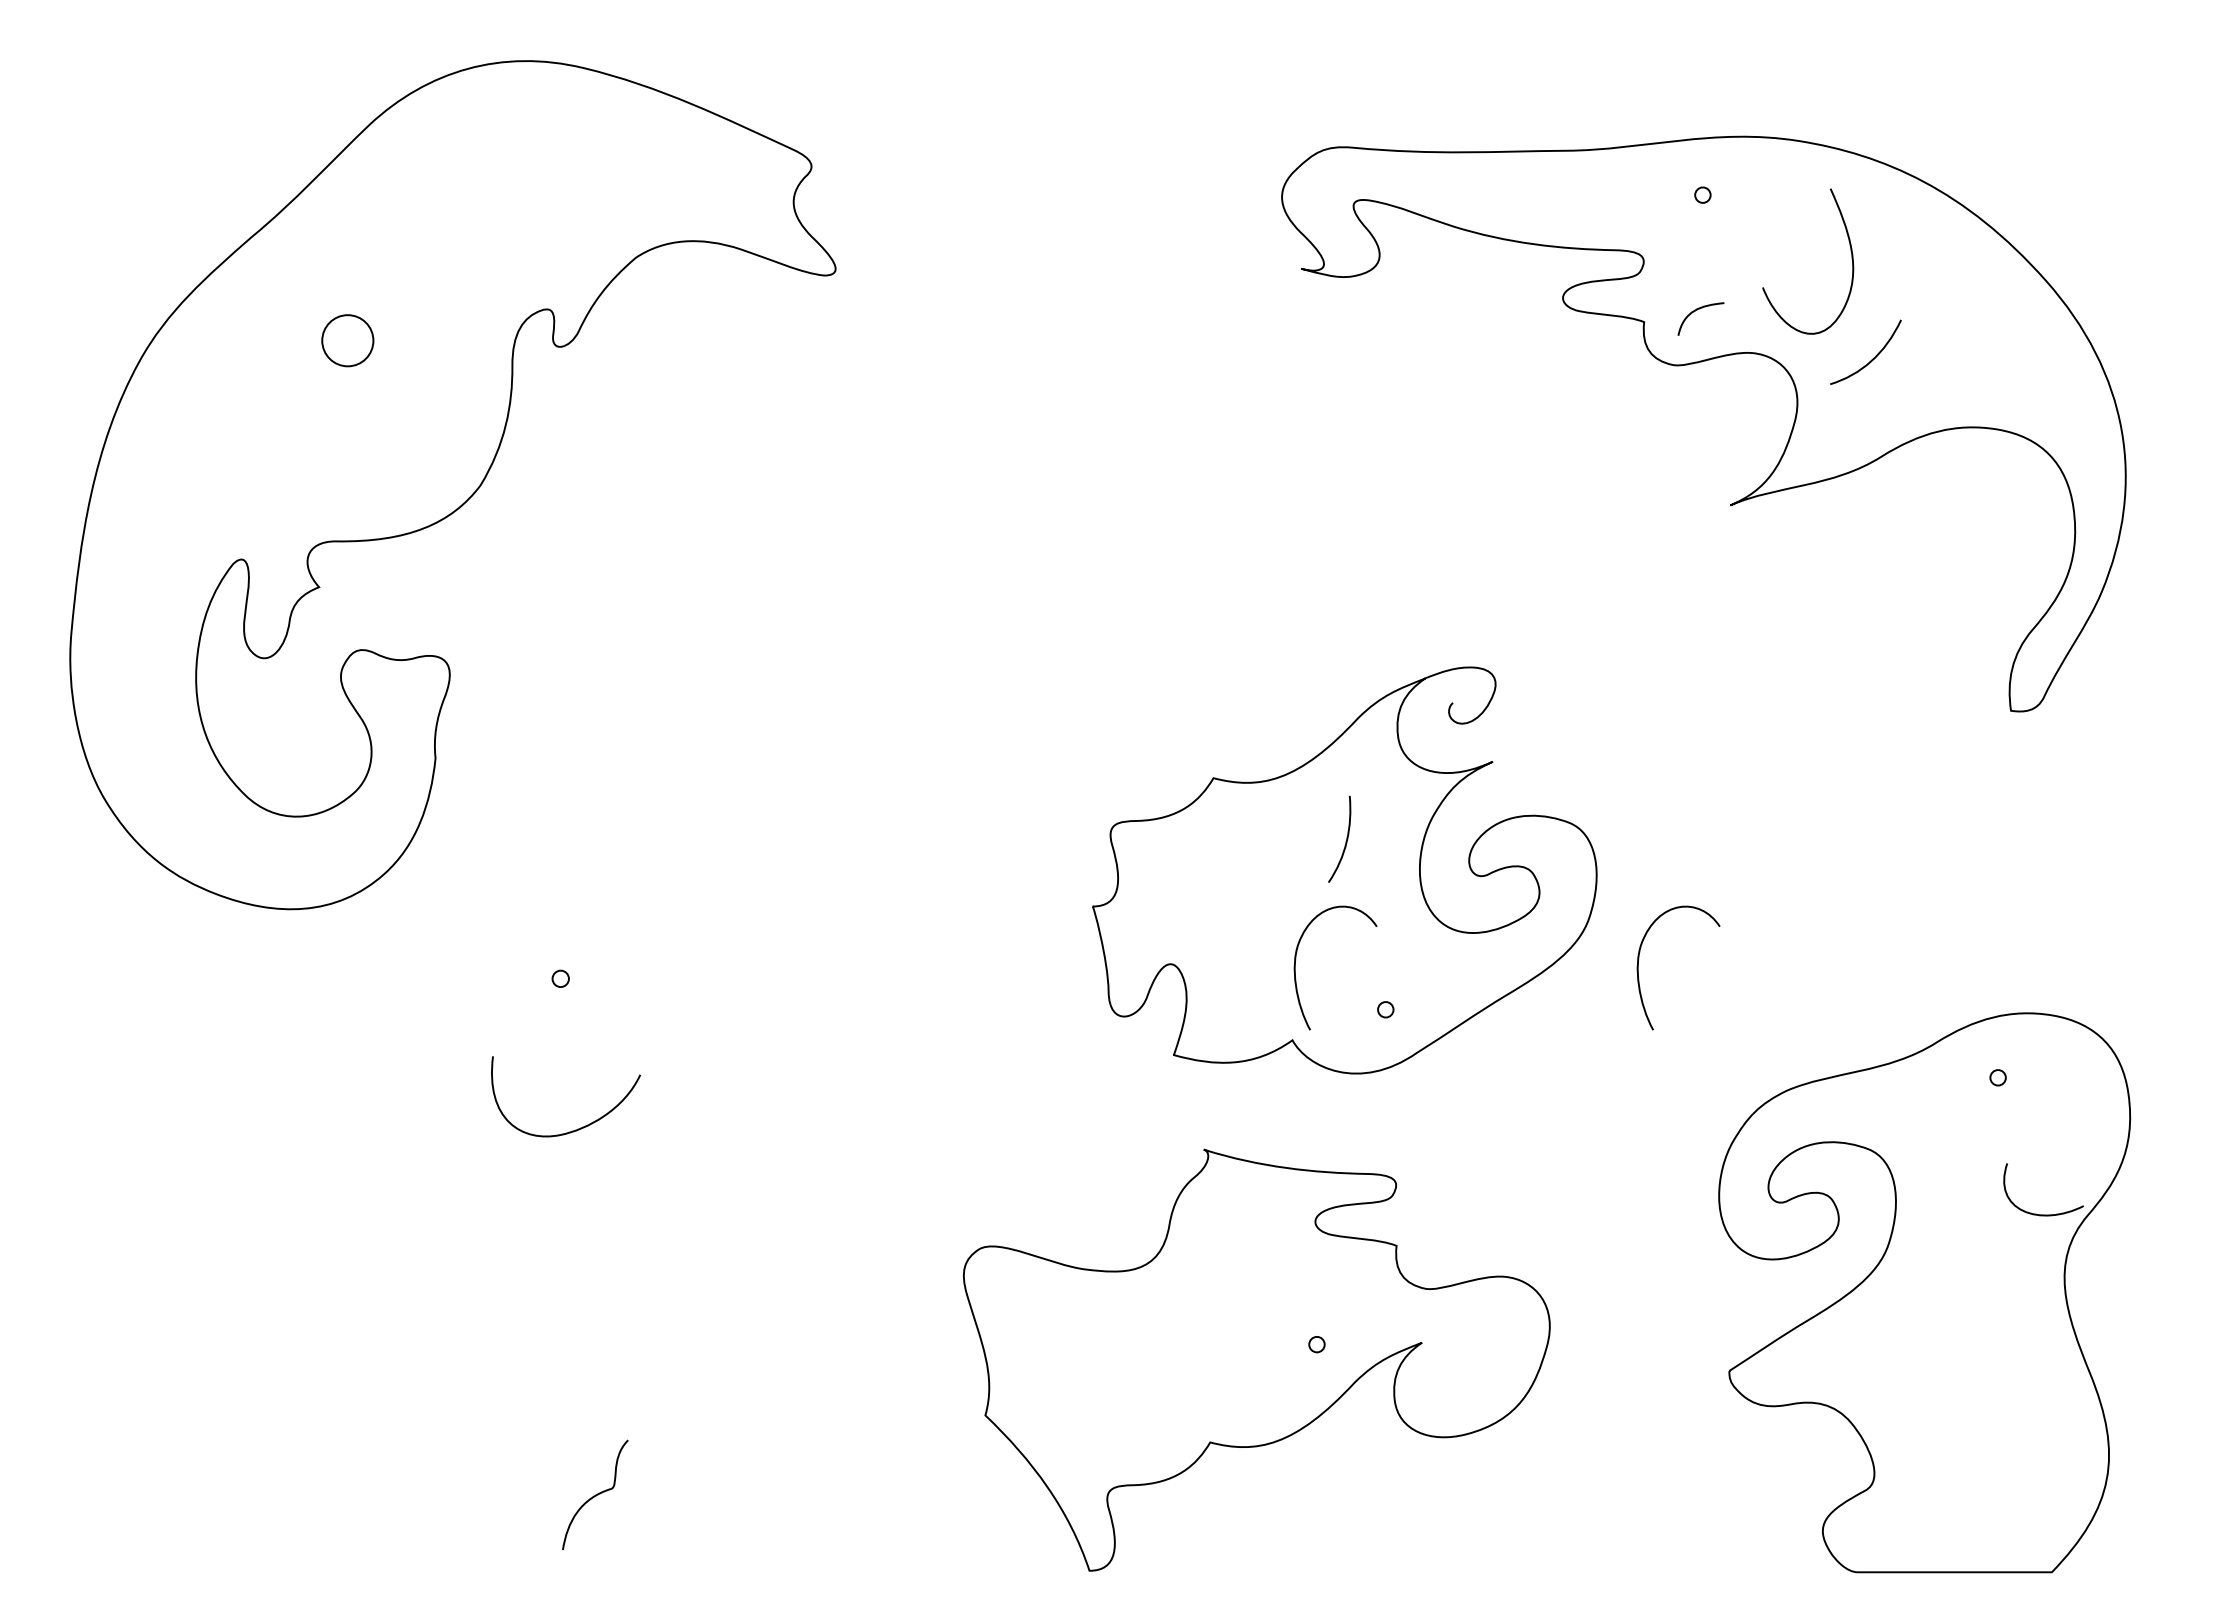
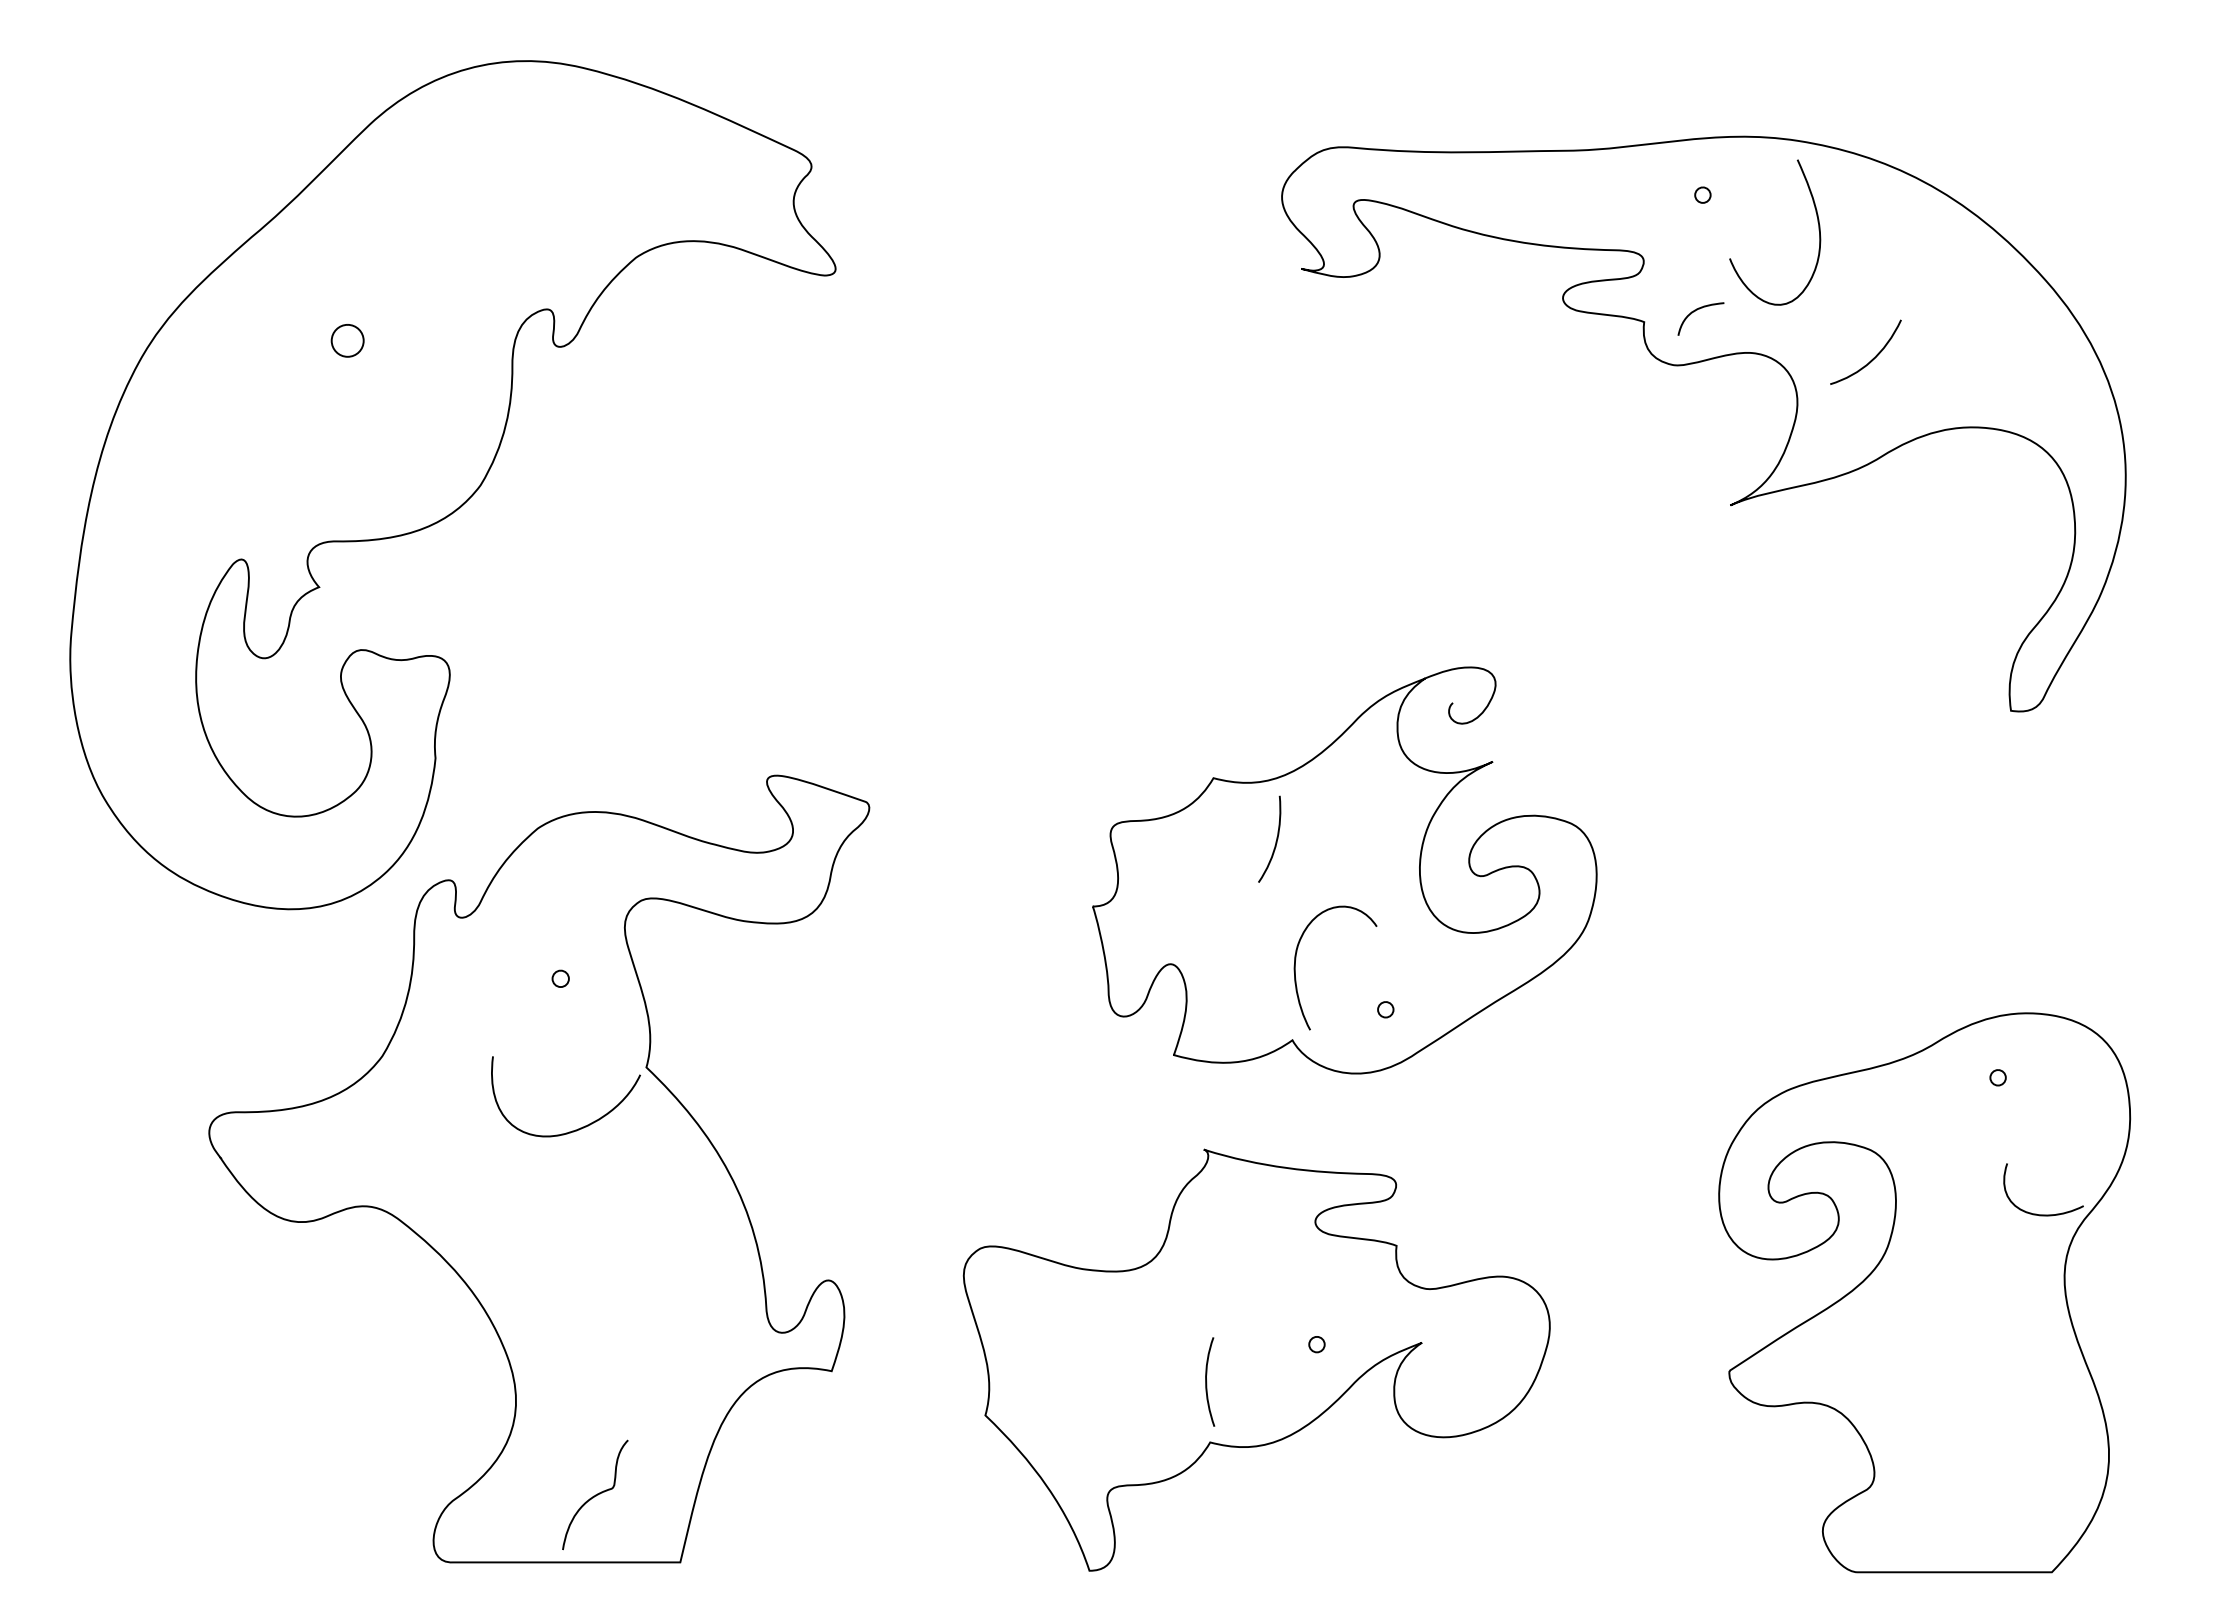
curve at (1851, 259) position: (1851, 259) -> (1818, 230)
part at (347, 340) size: 54x54 px -> 35x34 px
curve at (1345, 841) position: (1345, 841) -> (1275, 841)
curve at (1639, 959): present -> none
part at (539, 1168): none -> present
curve at (1207, 1381): none -> present
